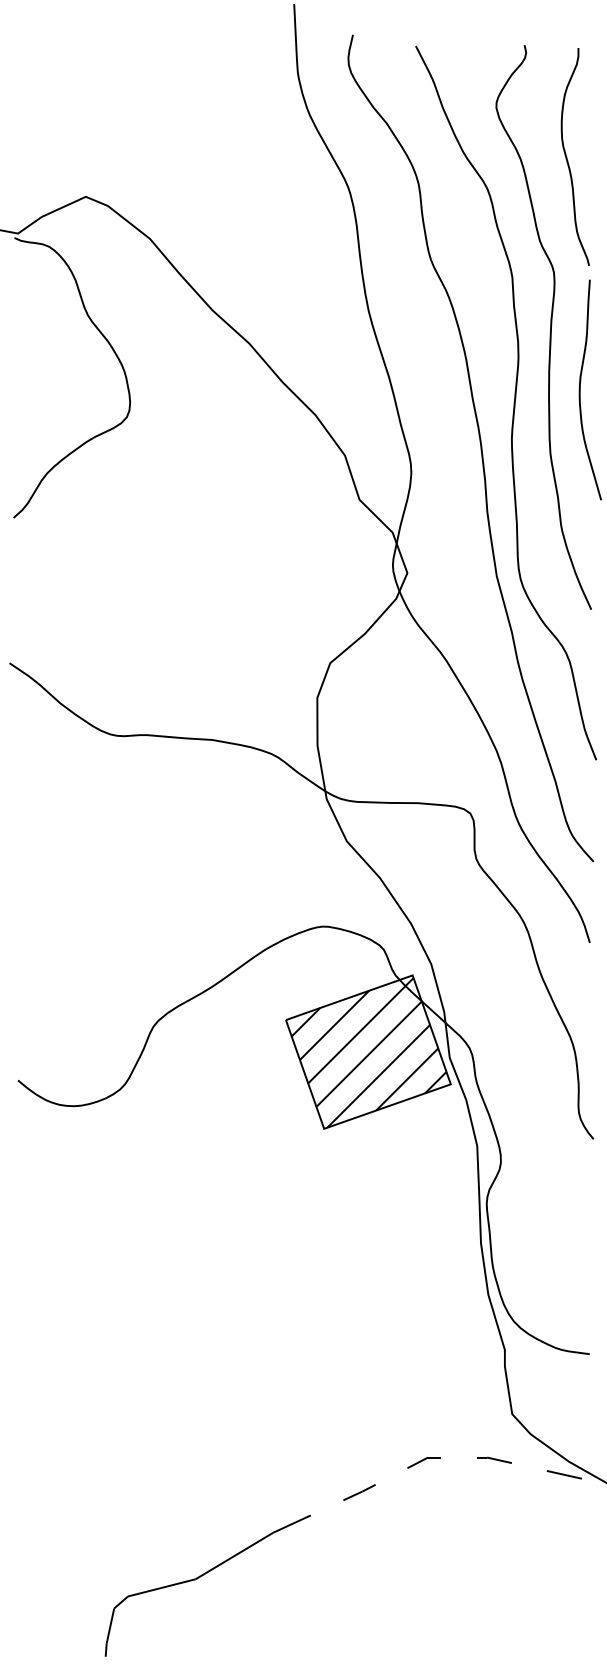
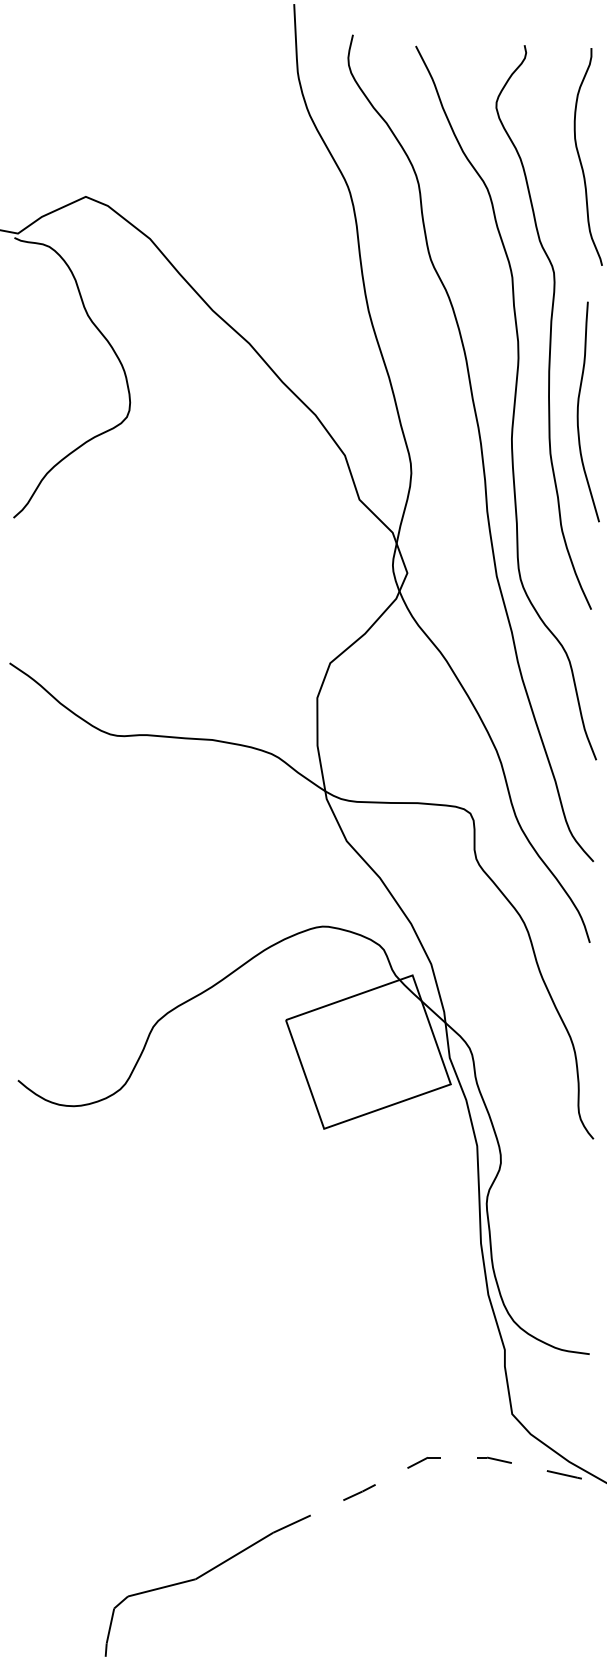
curve at (567, 157) position: (567, 157) -> (580, 157)
curve at (580, 389) position: (580, 389) -> (578, 411)
hatch at (368, 1052): present -> none
